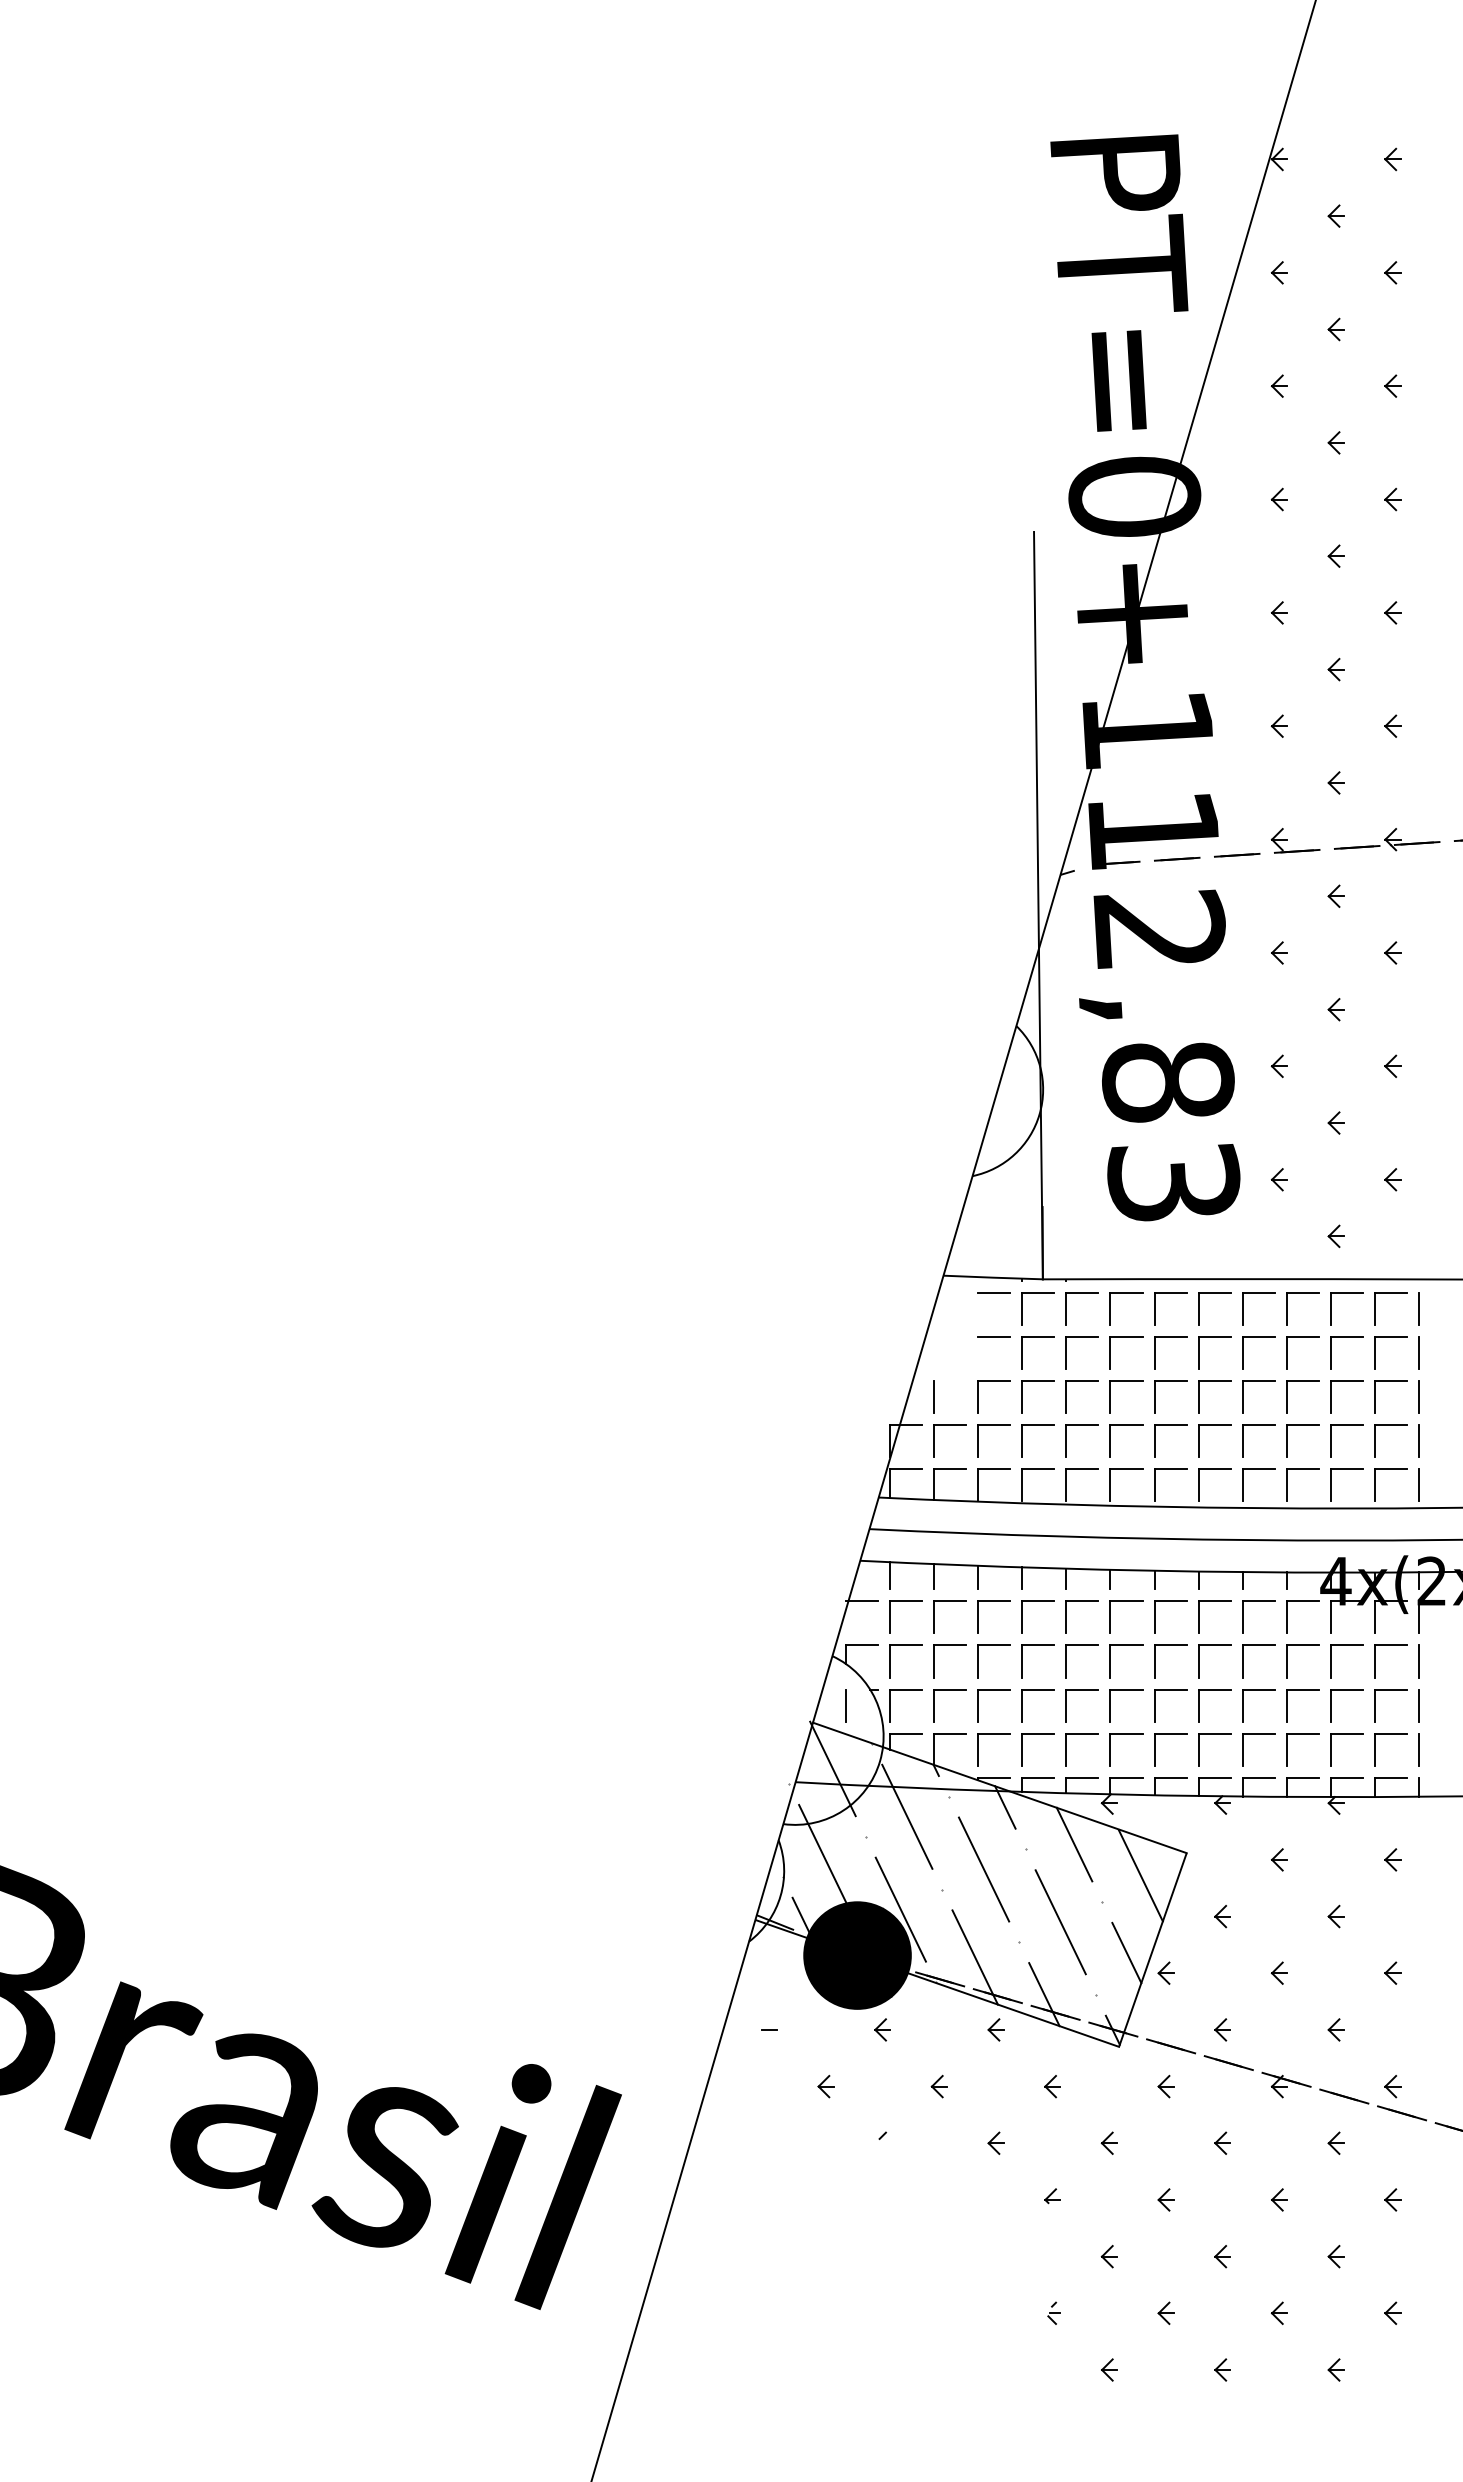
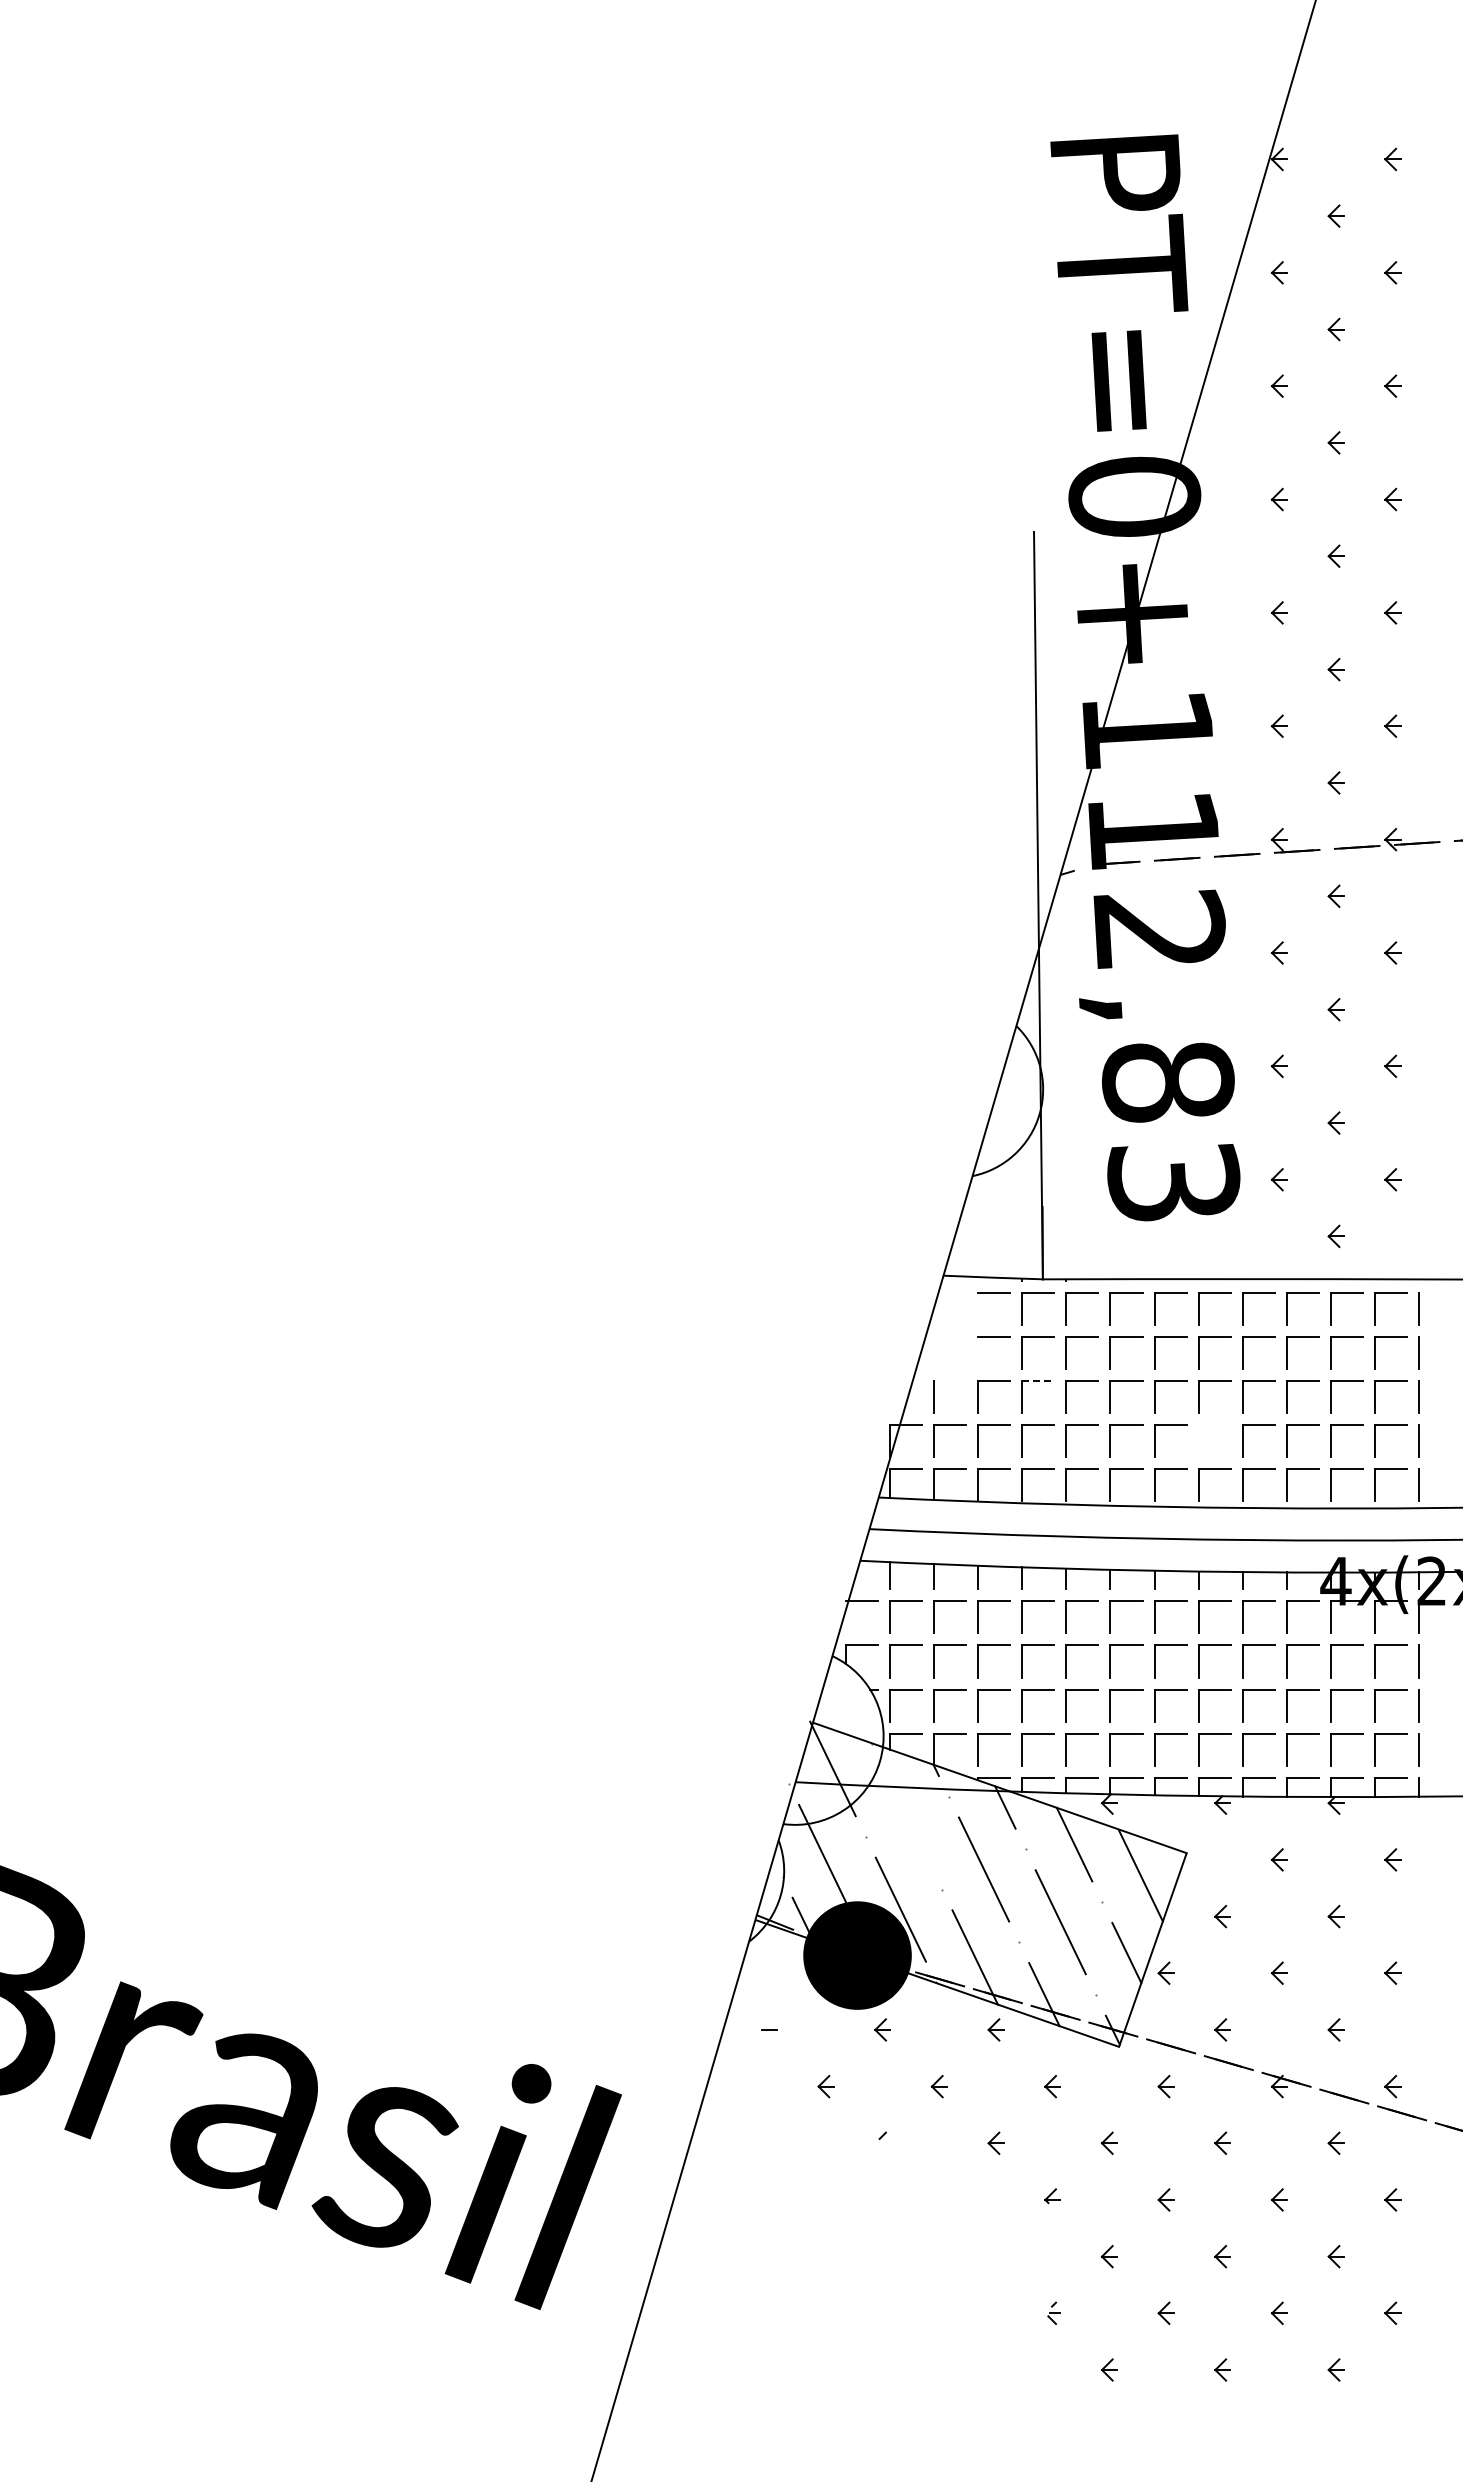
line at (1038, 1380): solid -> dashed
part at (1214, 1425): present -> none
line at (845, 1705): present -> none
line at (907, 1816): present -> none
